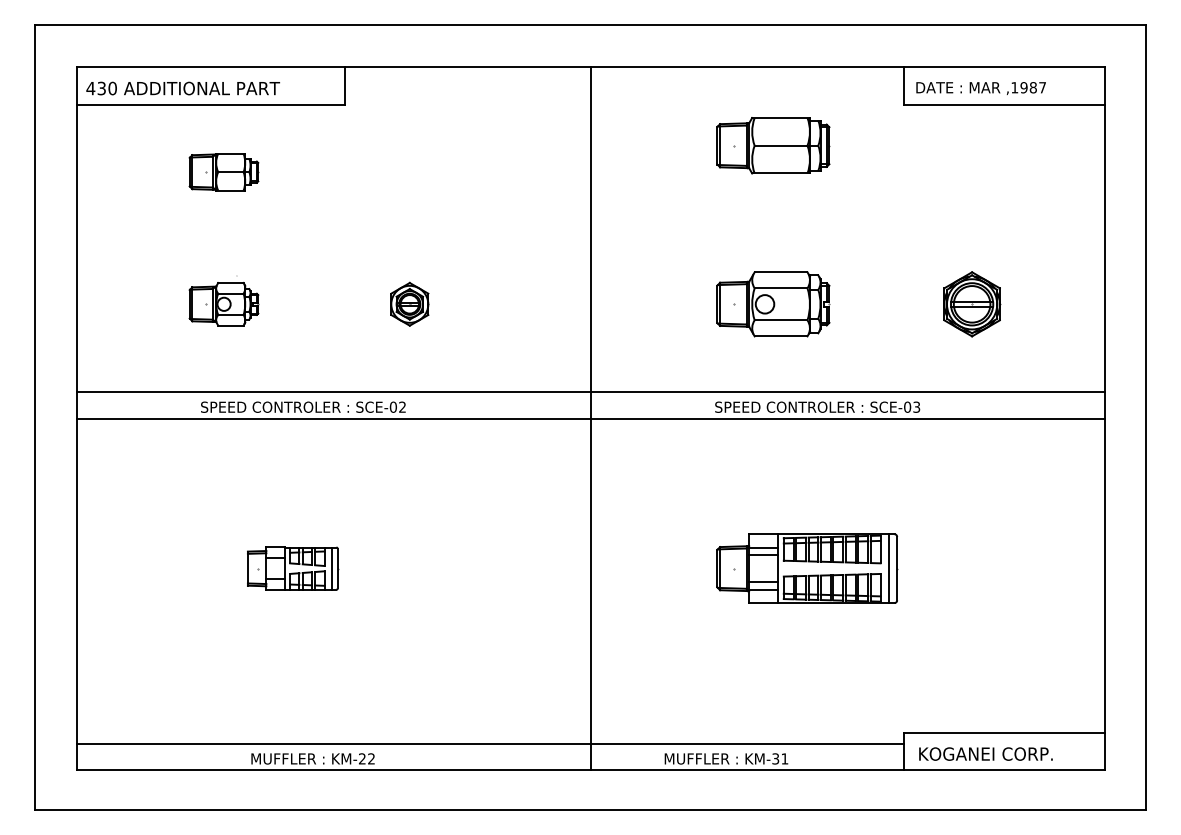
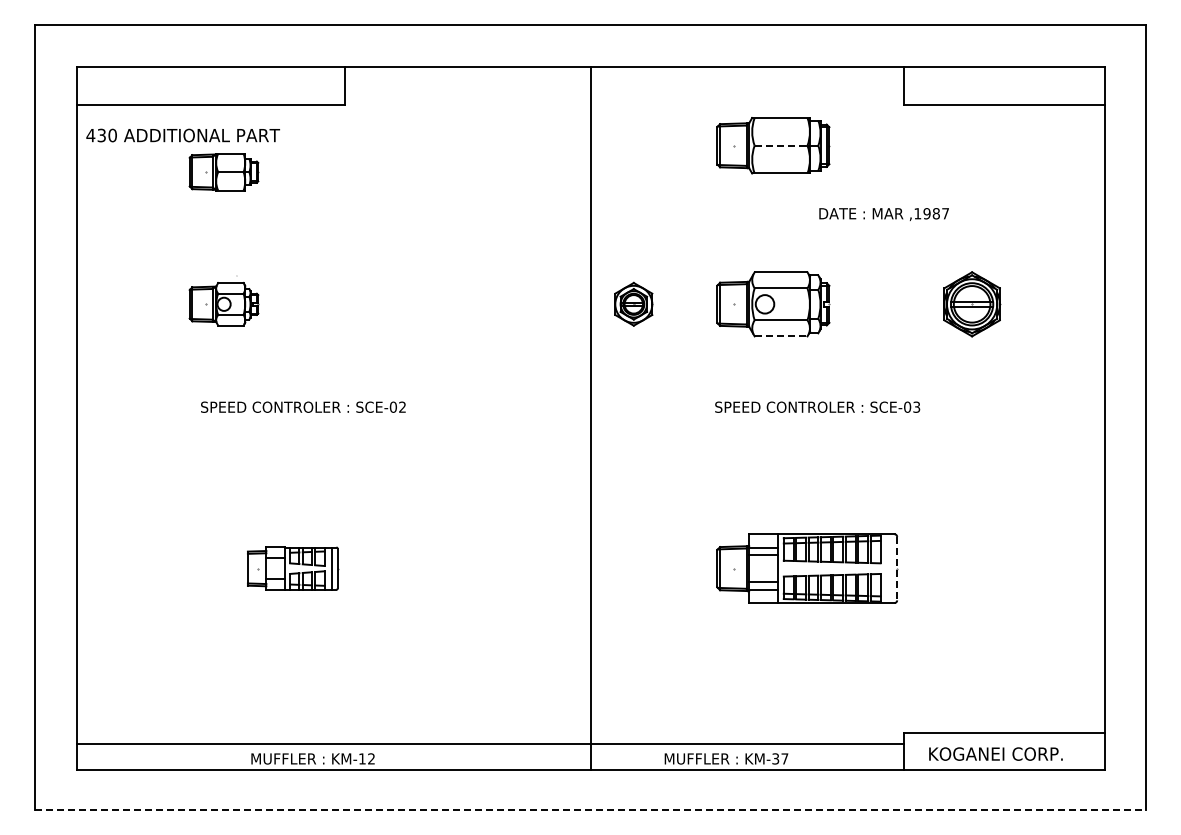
text at (182, 88) position: (182, 88) -> (182, 135)
text at (980, 88) position: (980, 88) -> (883, 214)
line at (781, 145): solid -> dashed
part at (409, 303) position: (409, 303) -> (633, 303)
line at (781, 336): solid -> dashed
line at (591, 392): present -> none
line at (591, 418): present -> none
line at (889, 568): present -> none
line at (897, 568): solid -> dashed
text at (985, 753) position: (985, 753) -> (995, 753)
text at (362, 758): KM-22 -> KM-12
text at (784, 758): KM-31 -> KM-37
line at (590, 810): solid -> dashed
